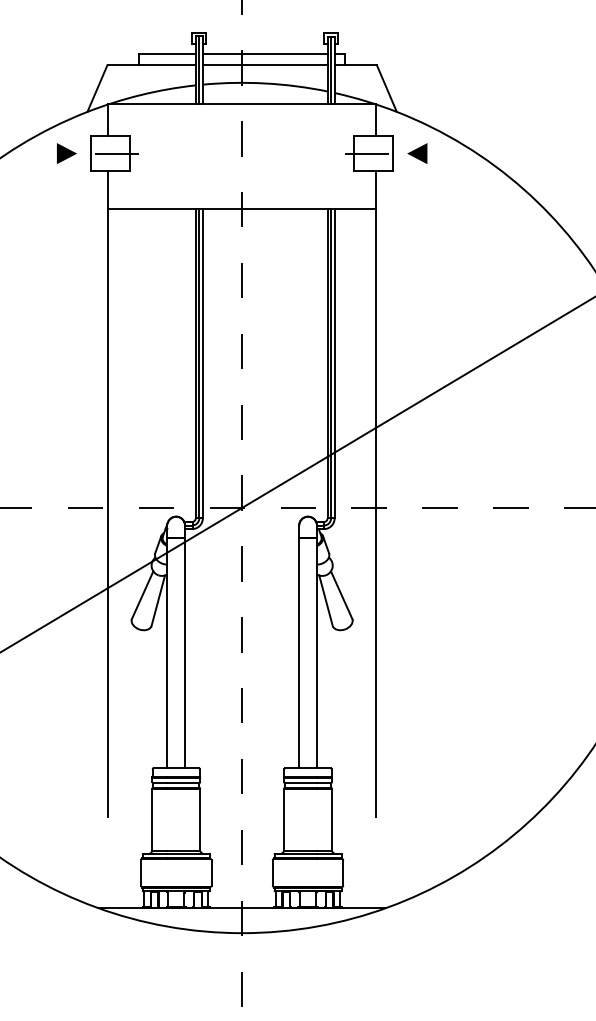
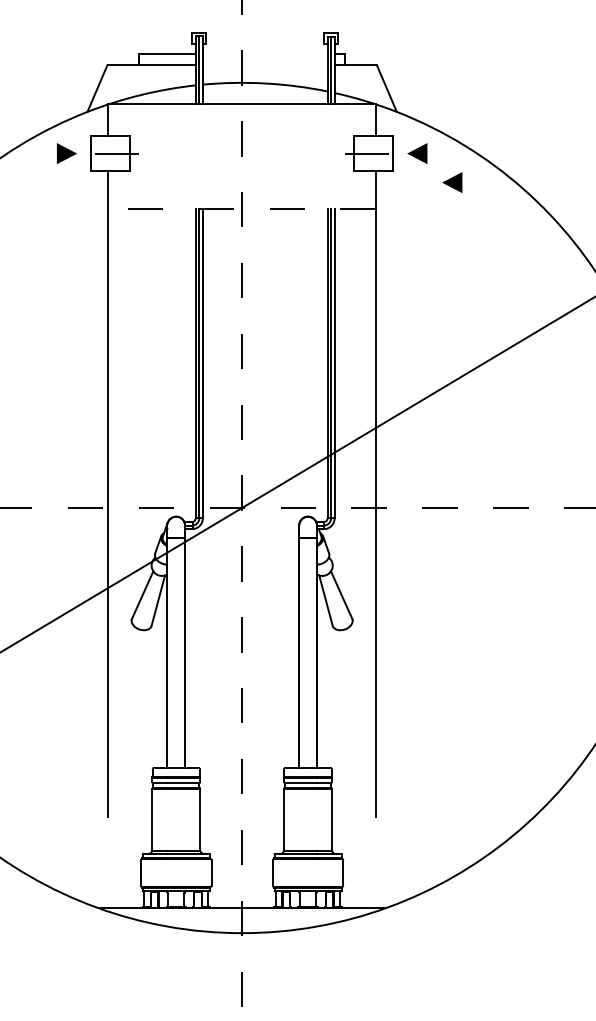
line at (264, 54): present -> none
line at (264, 65): present -> none
line at (452, 182): none -> present
line at (242, 209): solid -> dashed
